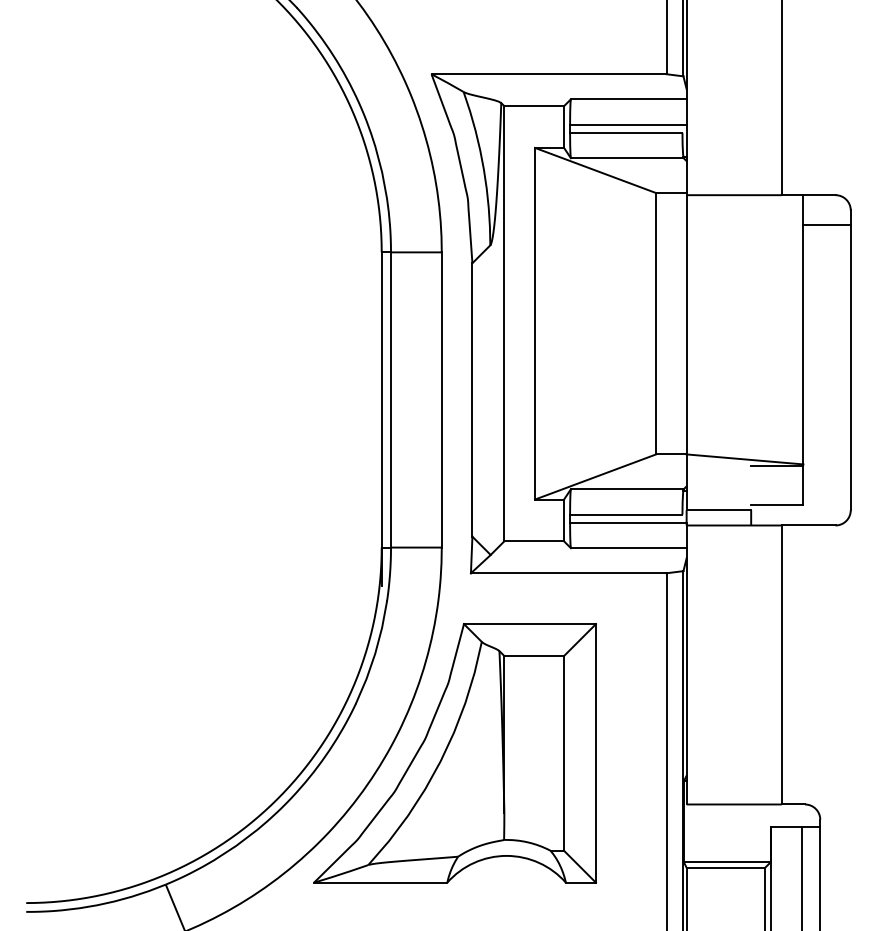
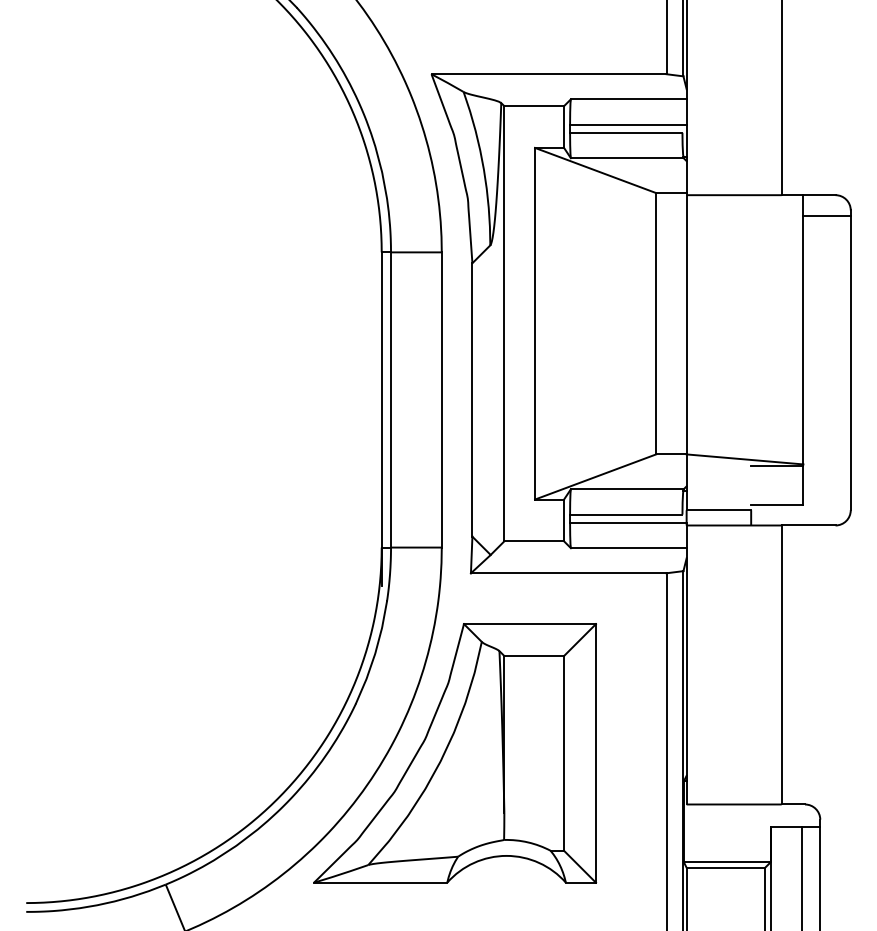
line at (826, 224) position: (826, 224) -> (826, 215)
